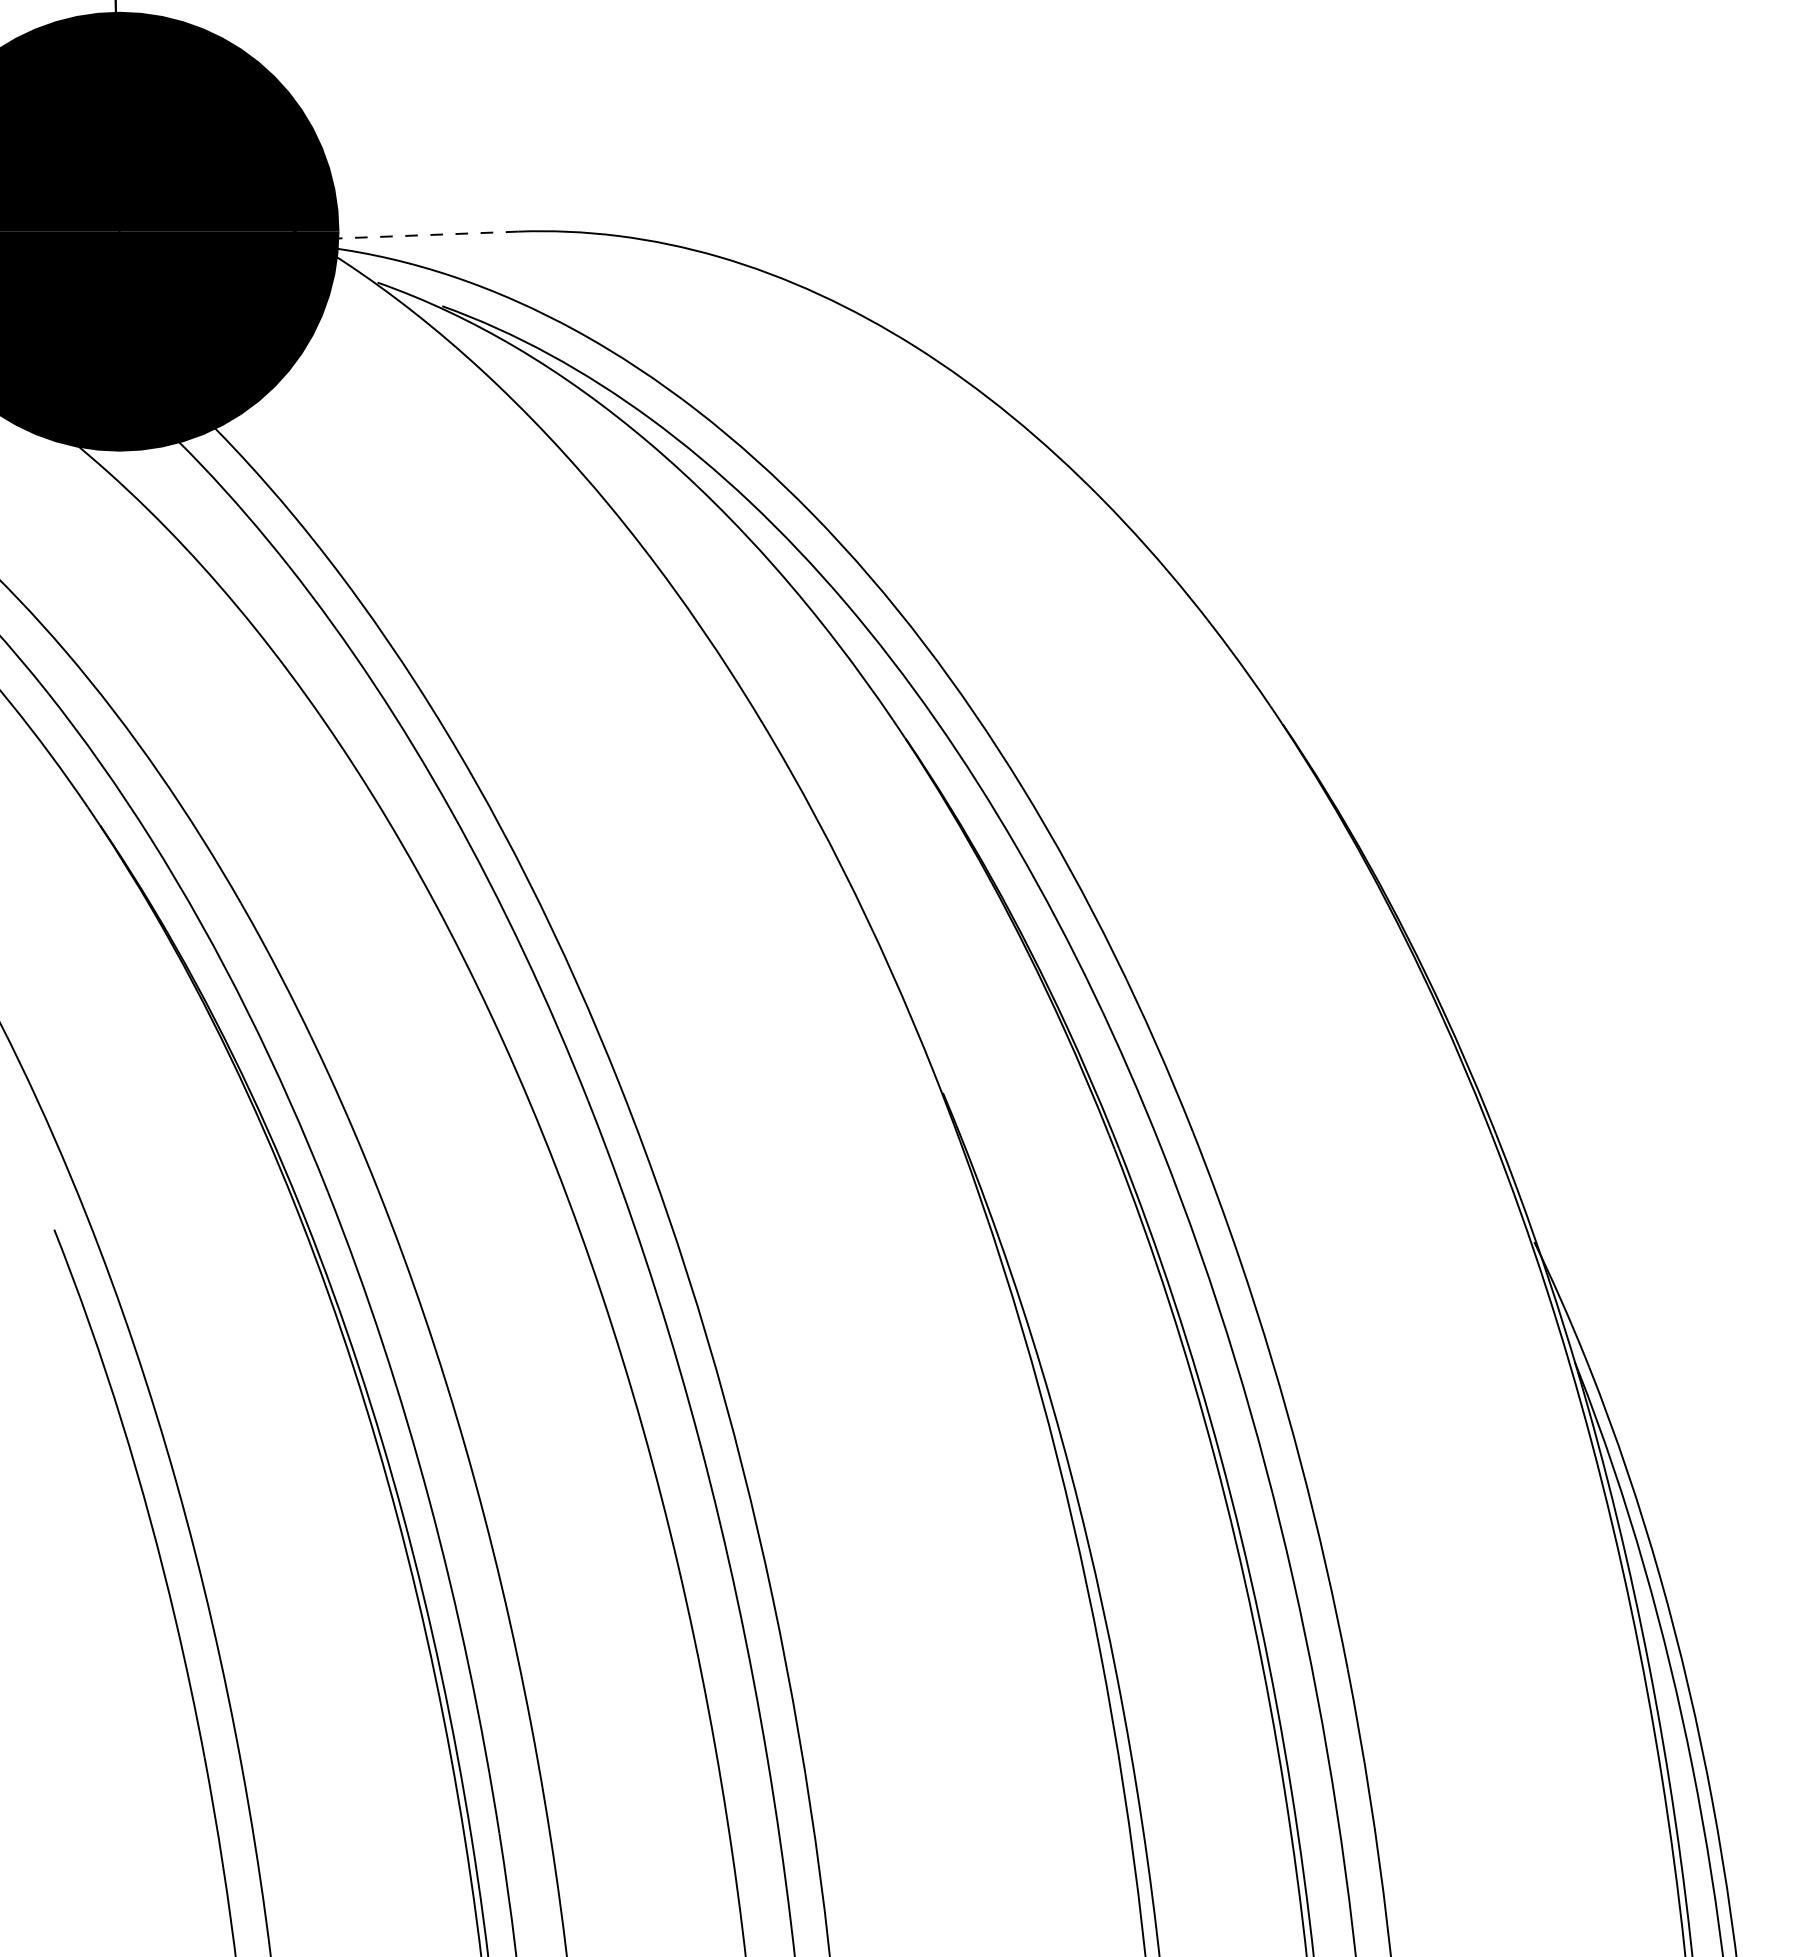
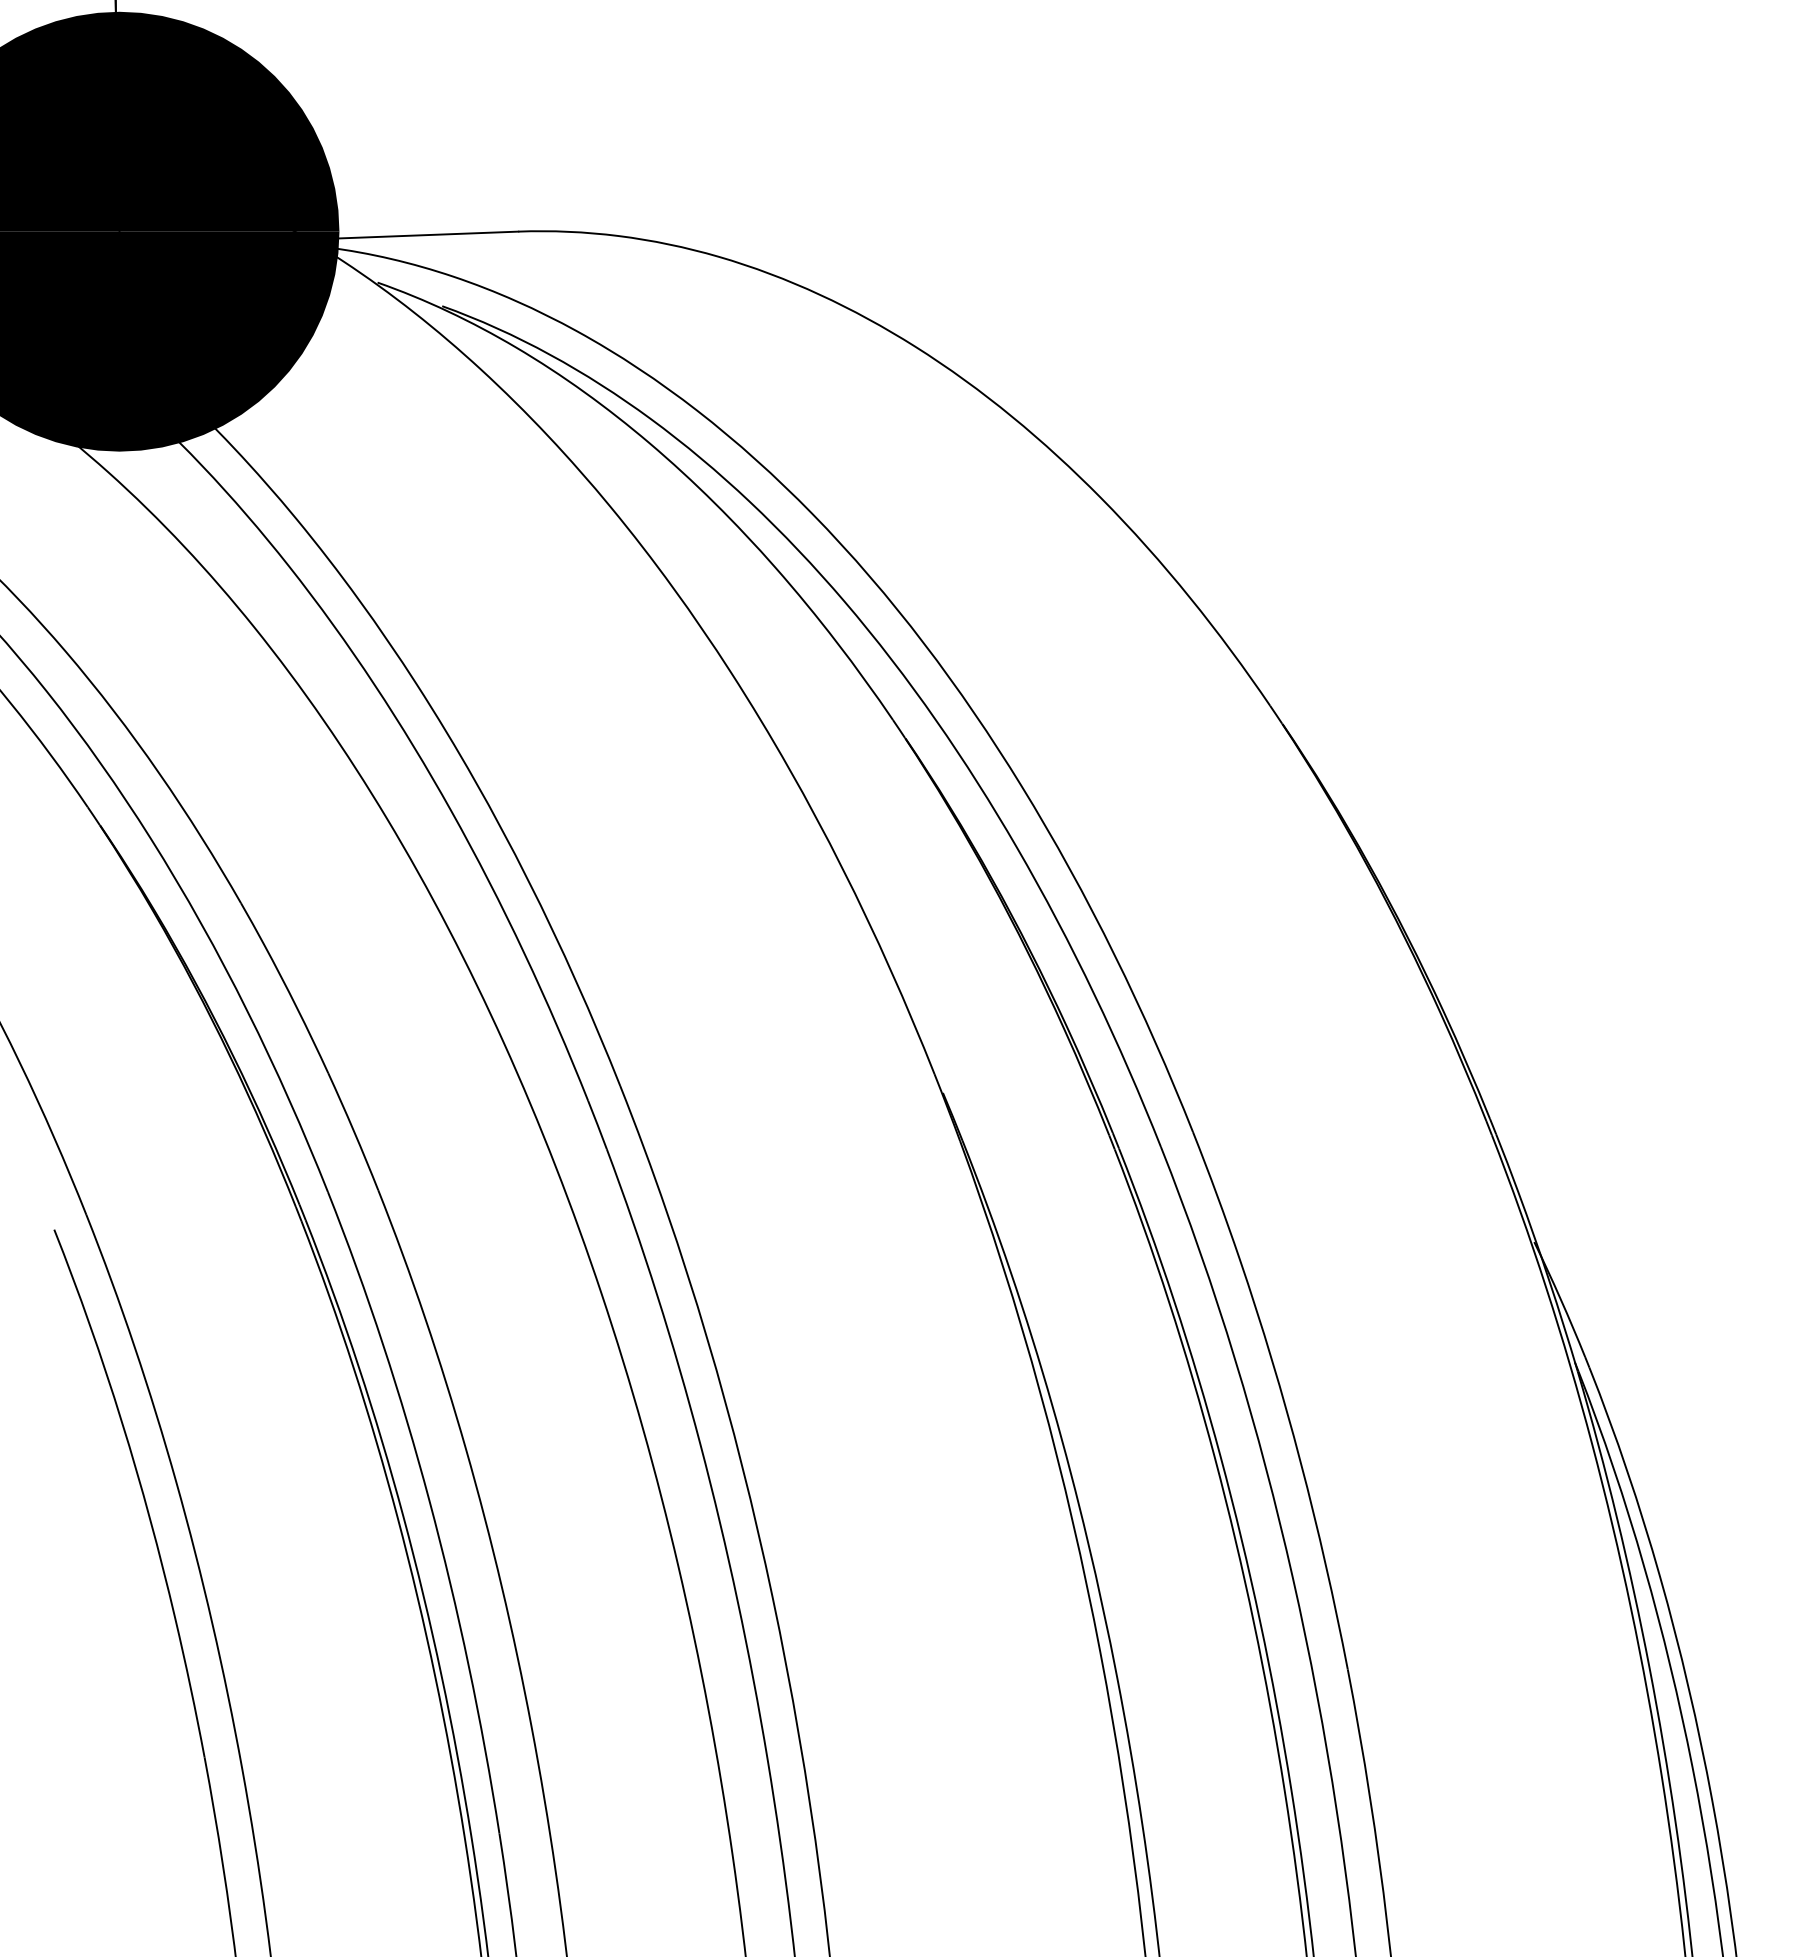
line at (411, 235): dashed -> solid
